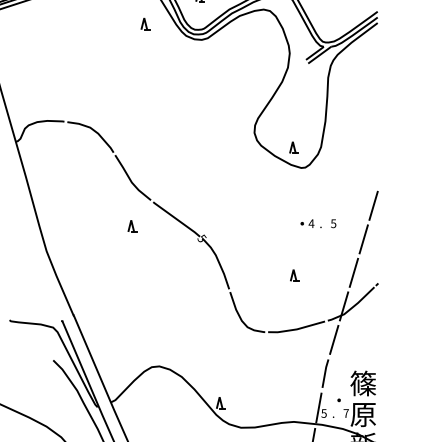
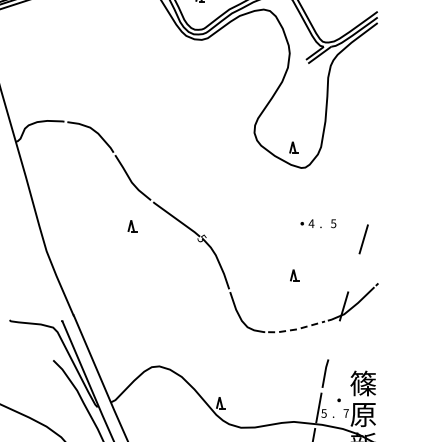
part at (145, 23): present -> none
line at (373, 205): present -> none
line at (353, 272): present -> none
line at (297, 329): solid -> dashed
line at (334, 339): present -> none
